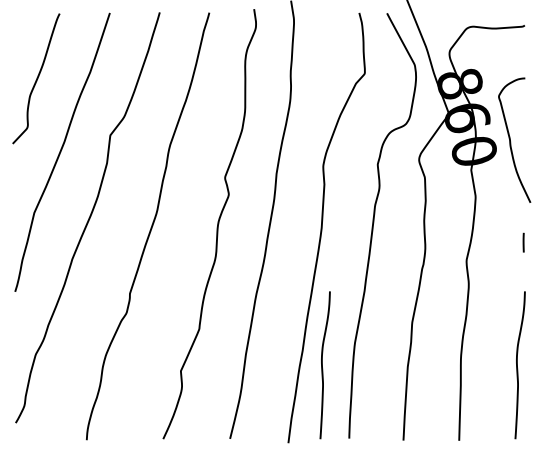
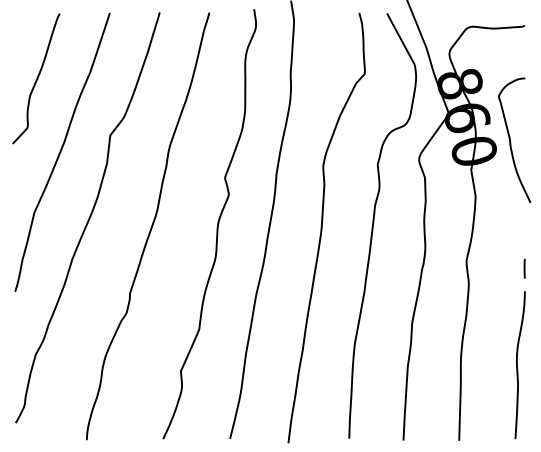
line at (523, 242) position: (523, 242) -> (524, 268)
curve at (322, 365): present -> none
